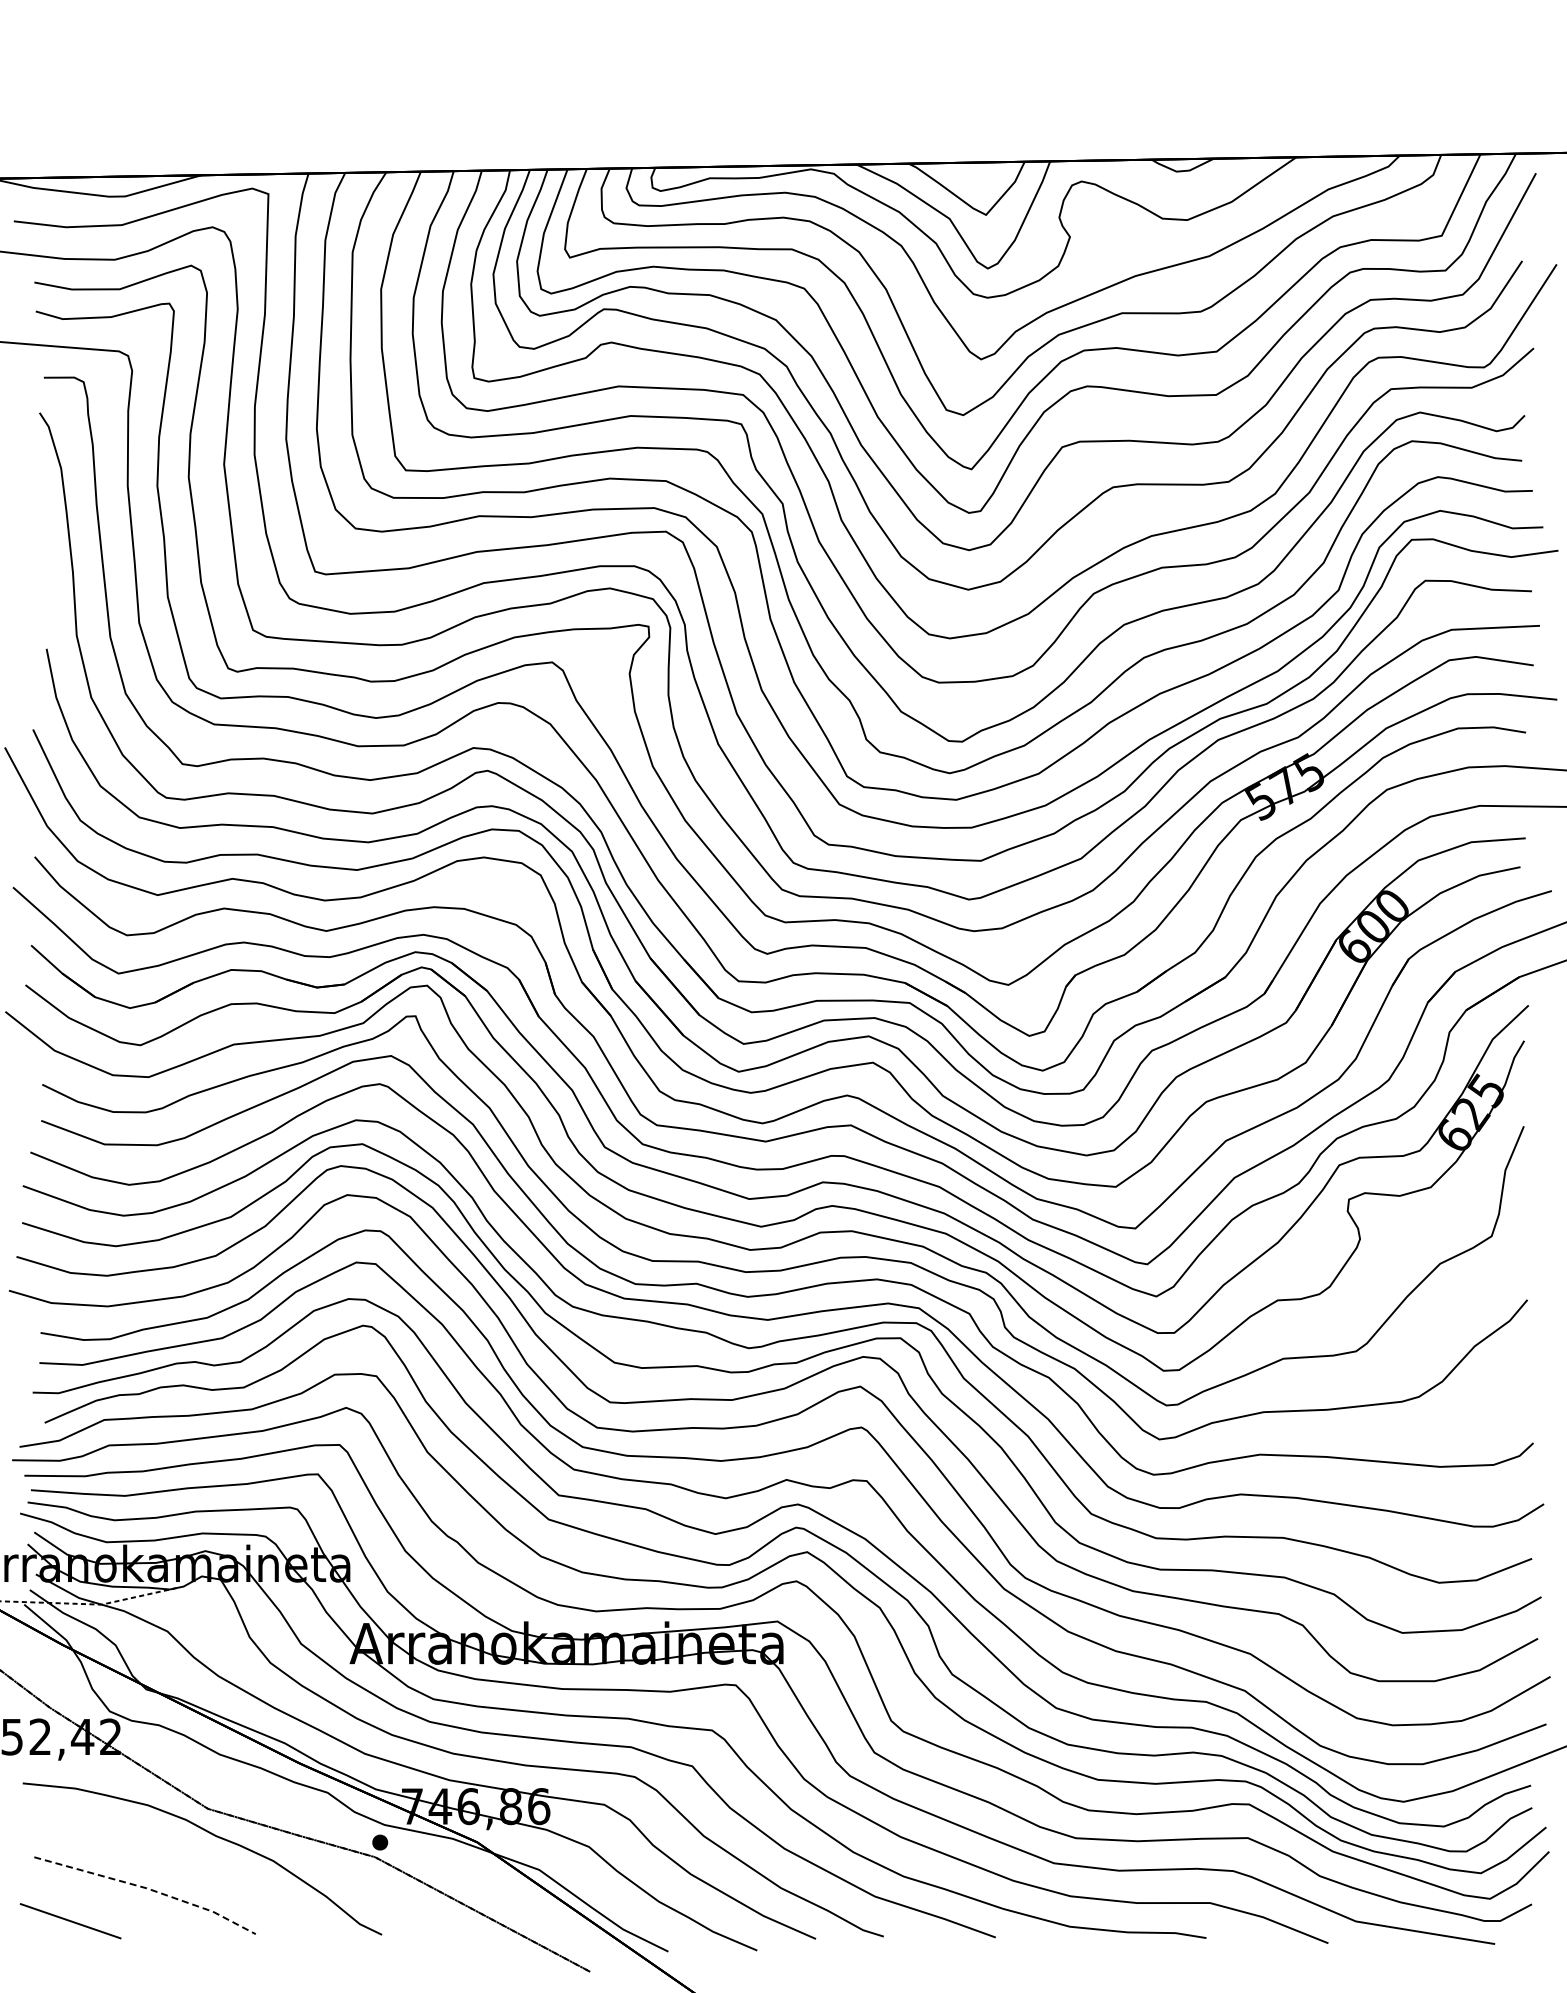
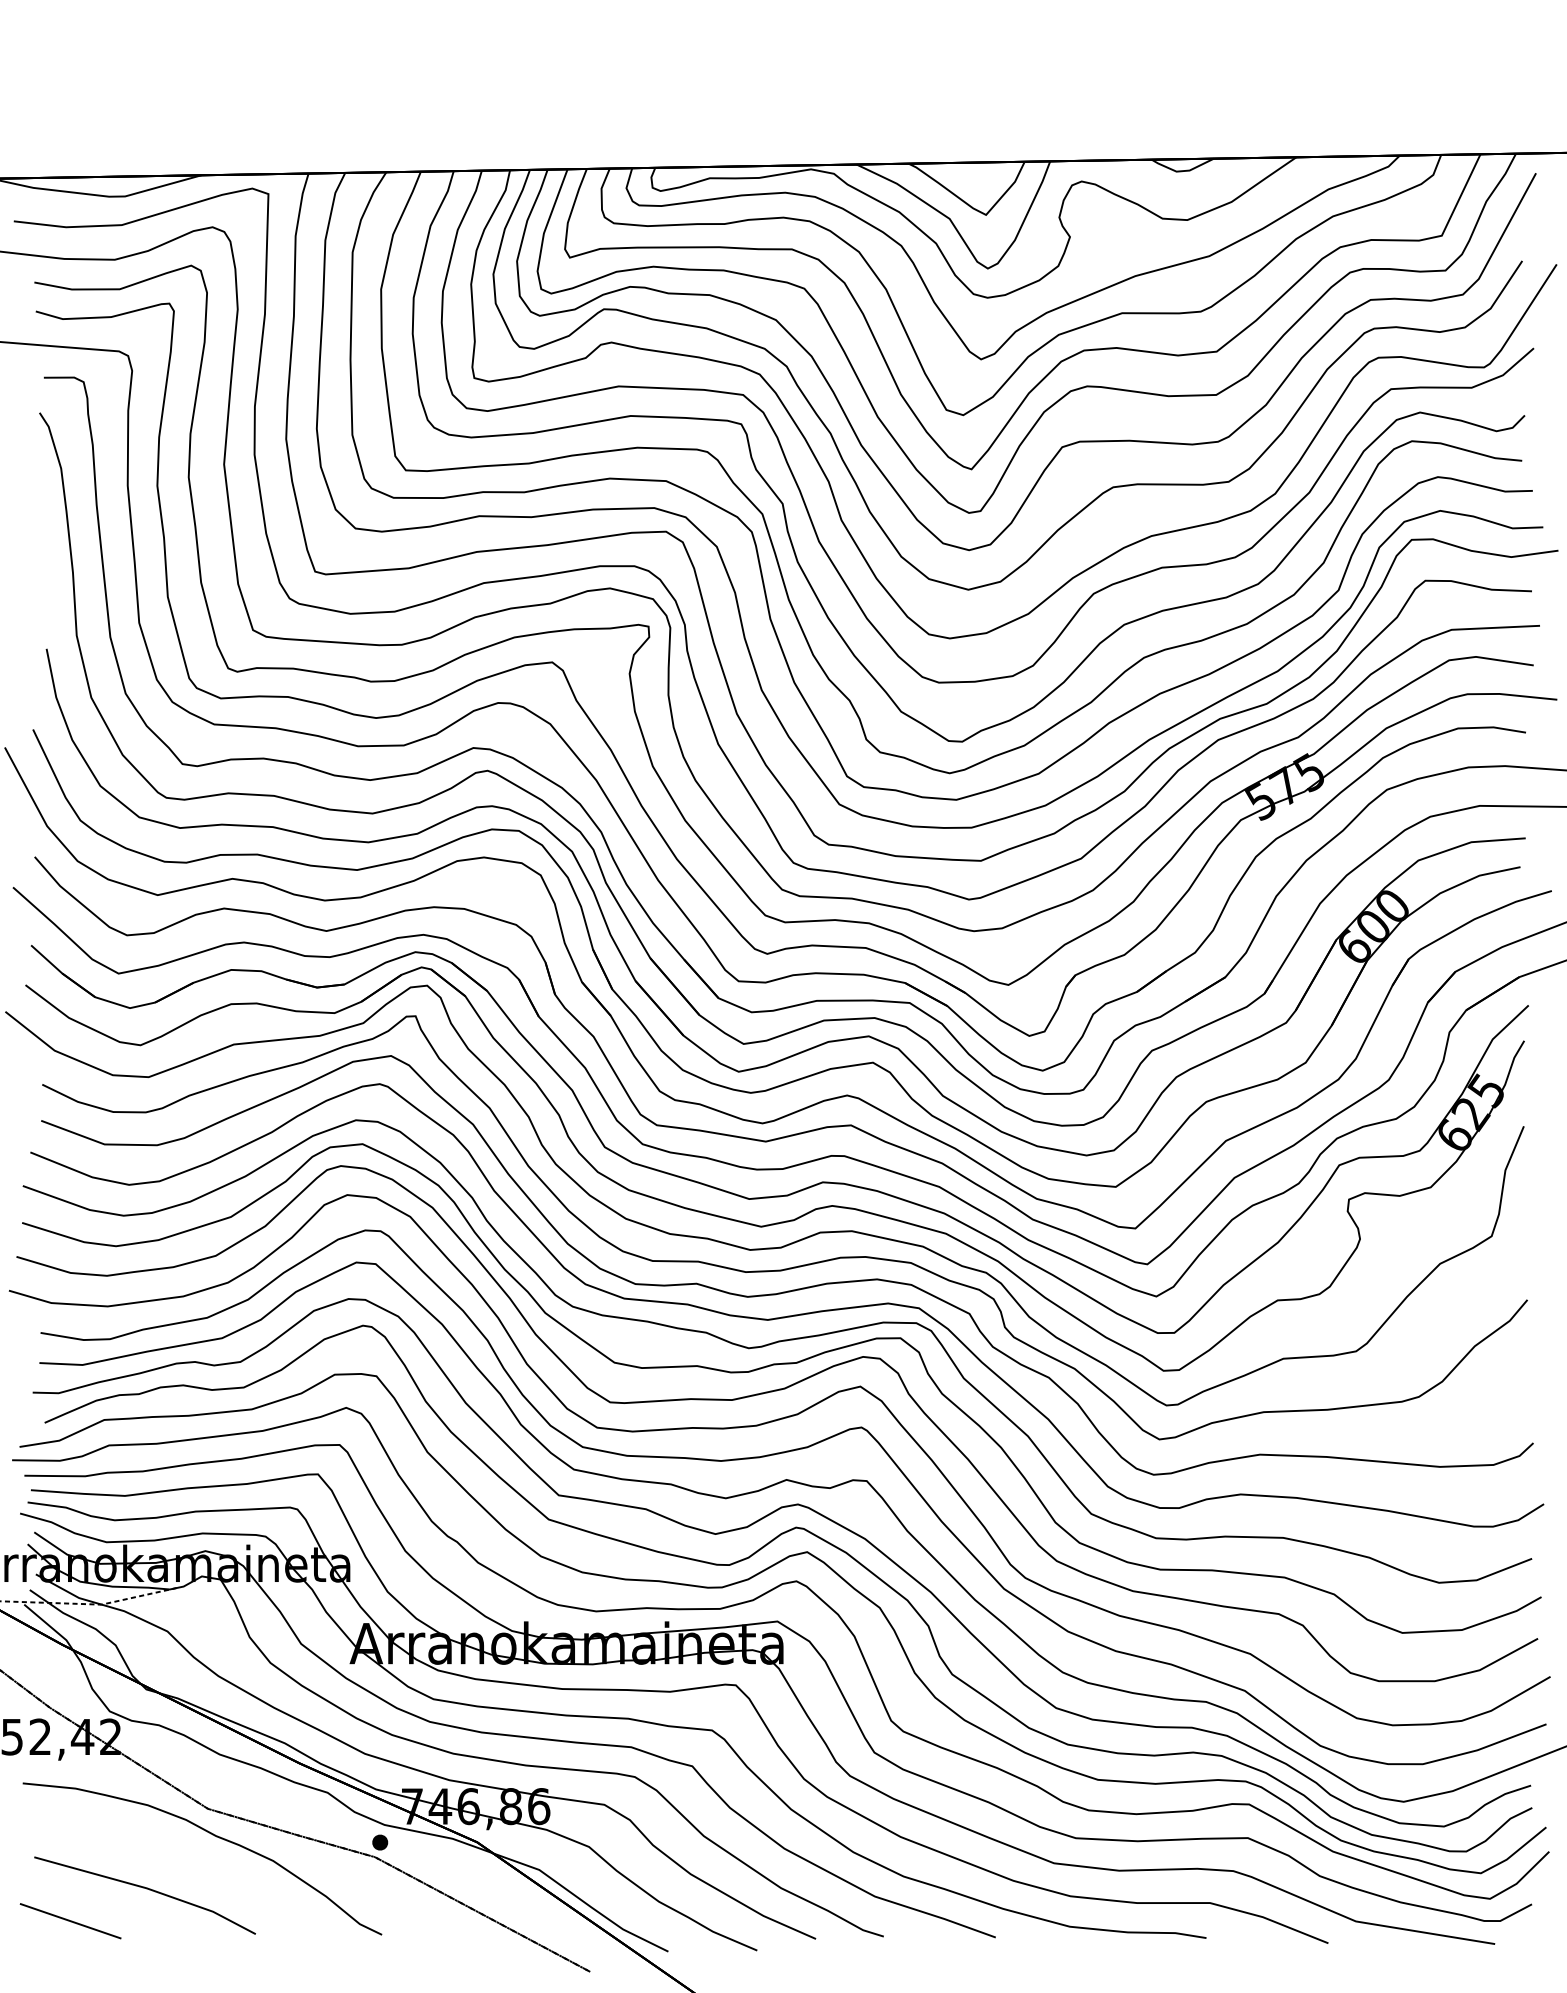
line at (148, 1888): dashed -> solid
